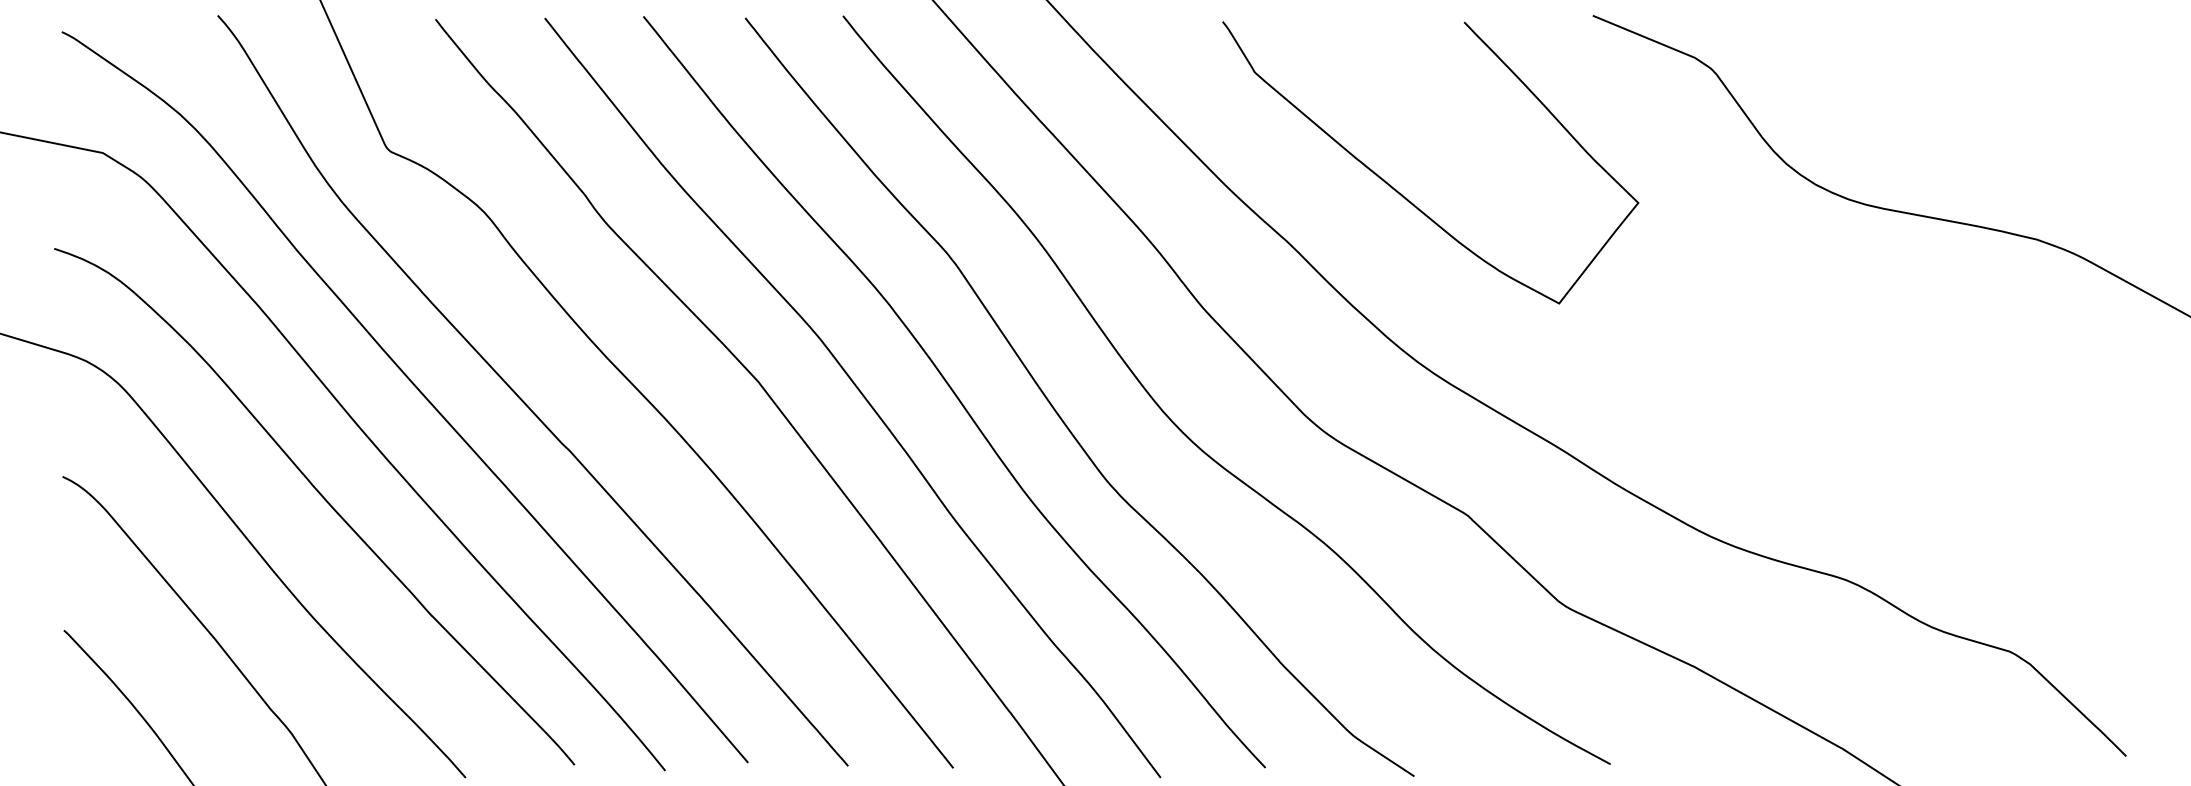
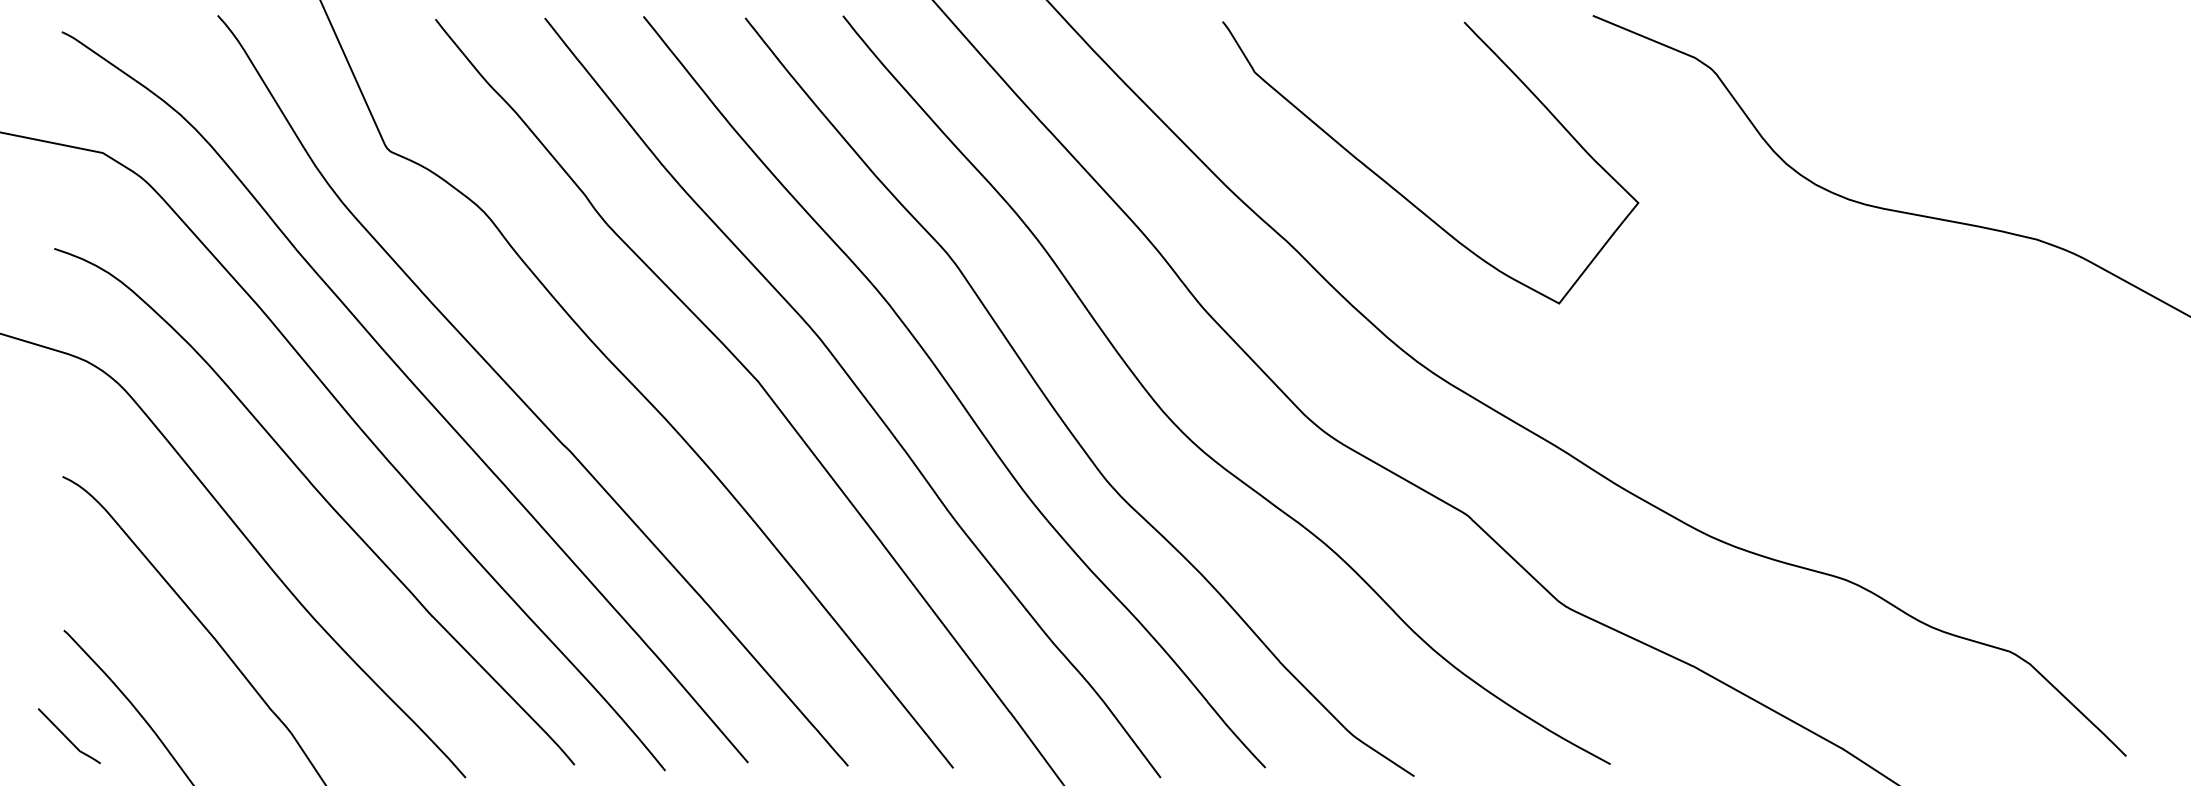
line at (67, 737): none -> present
